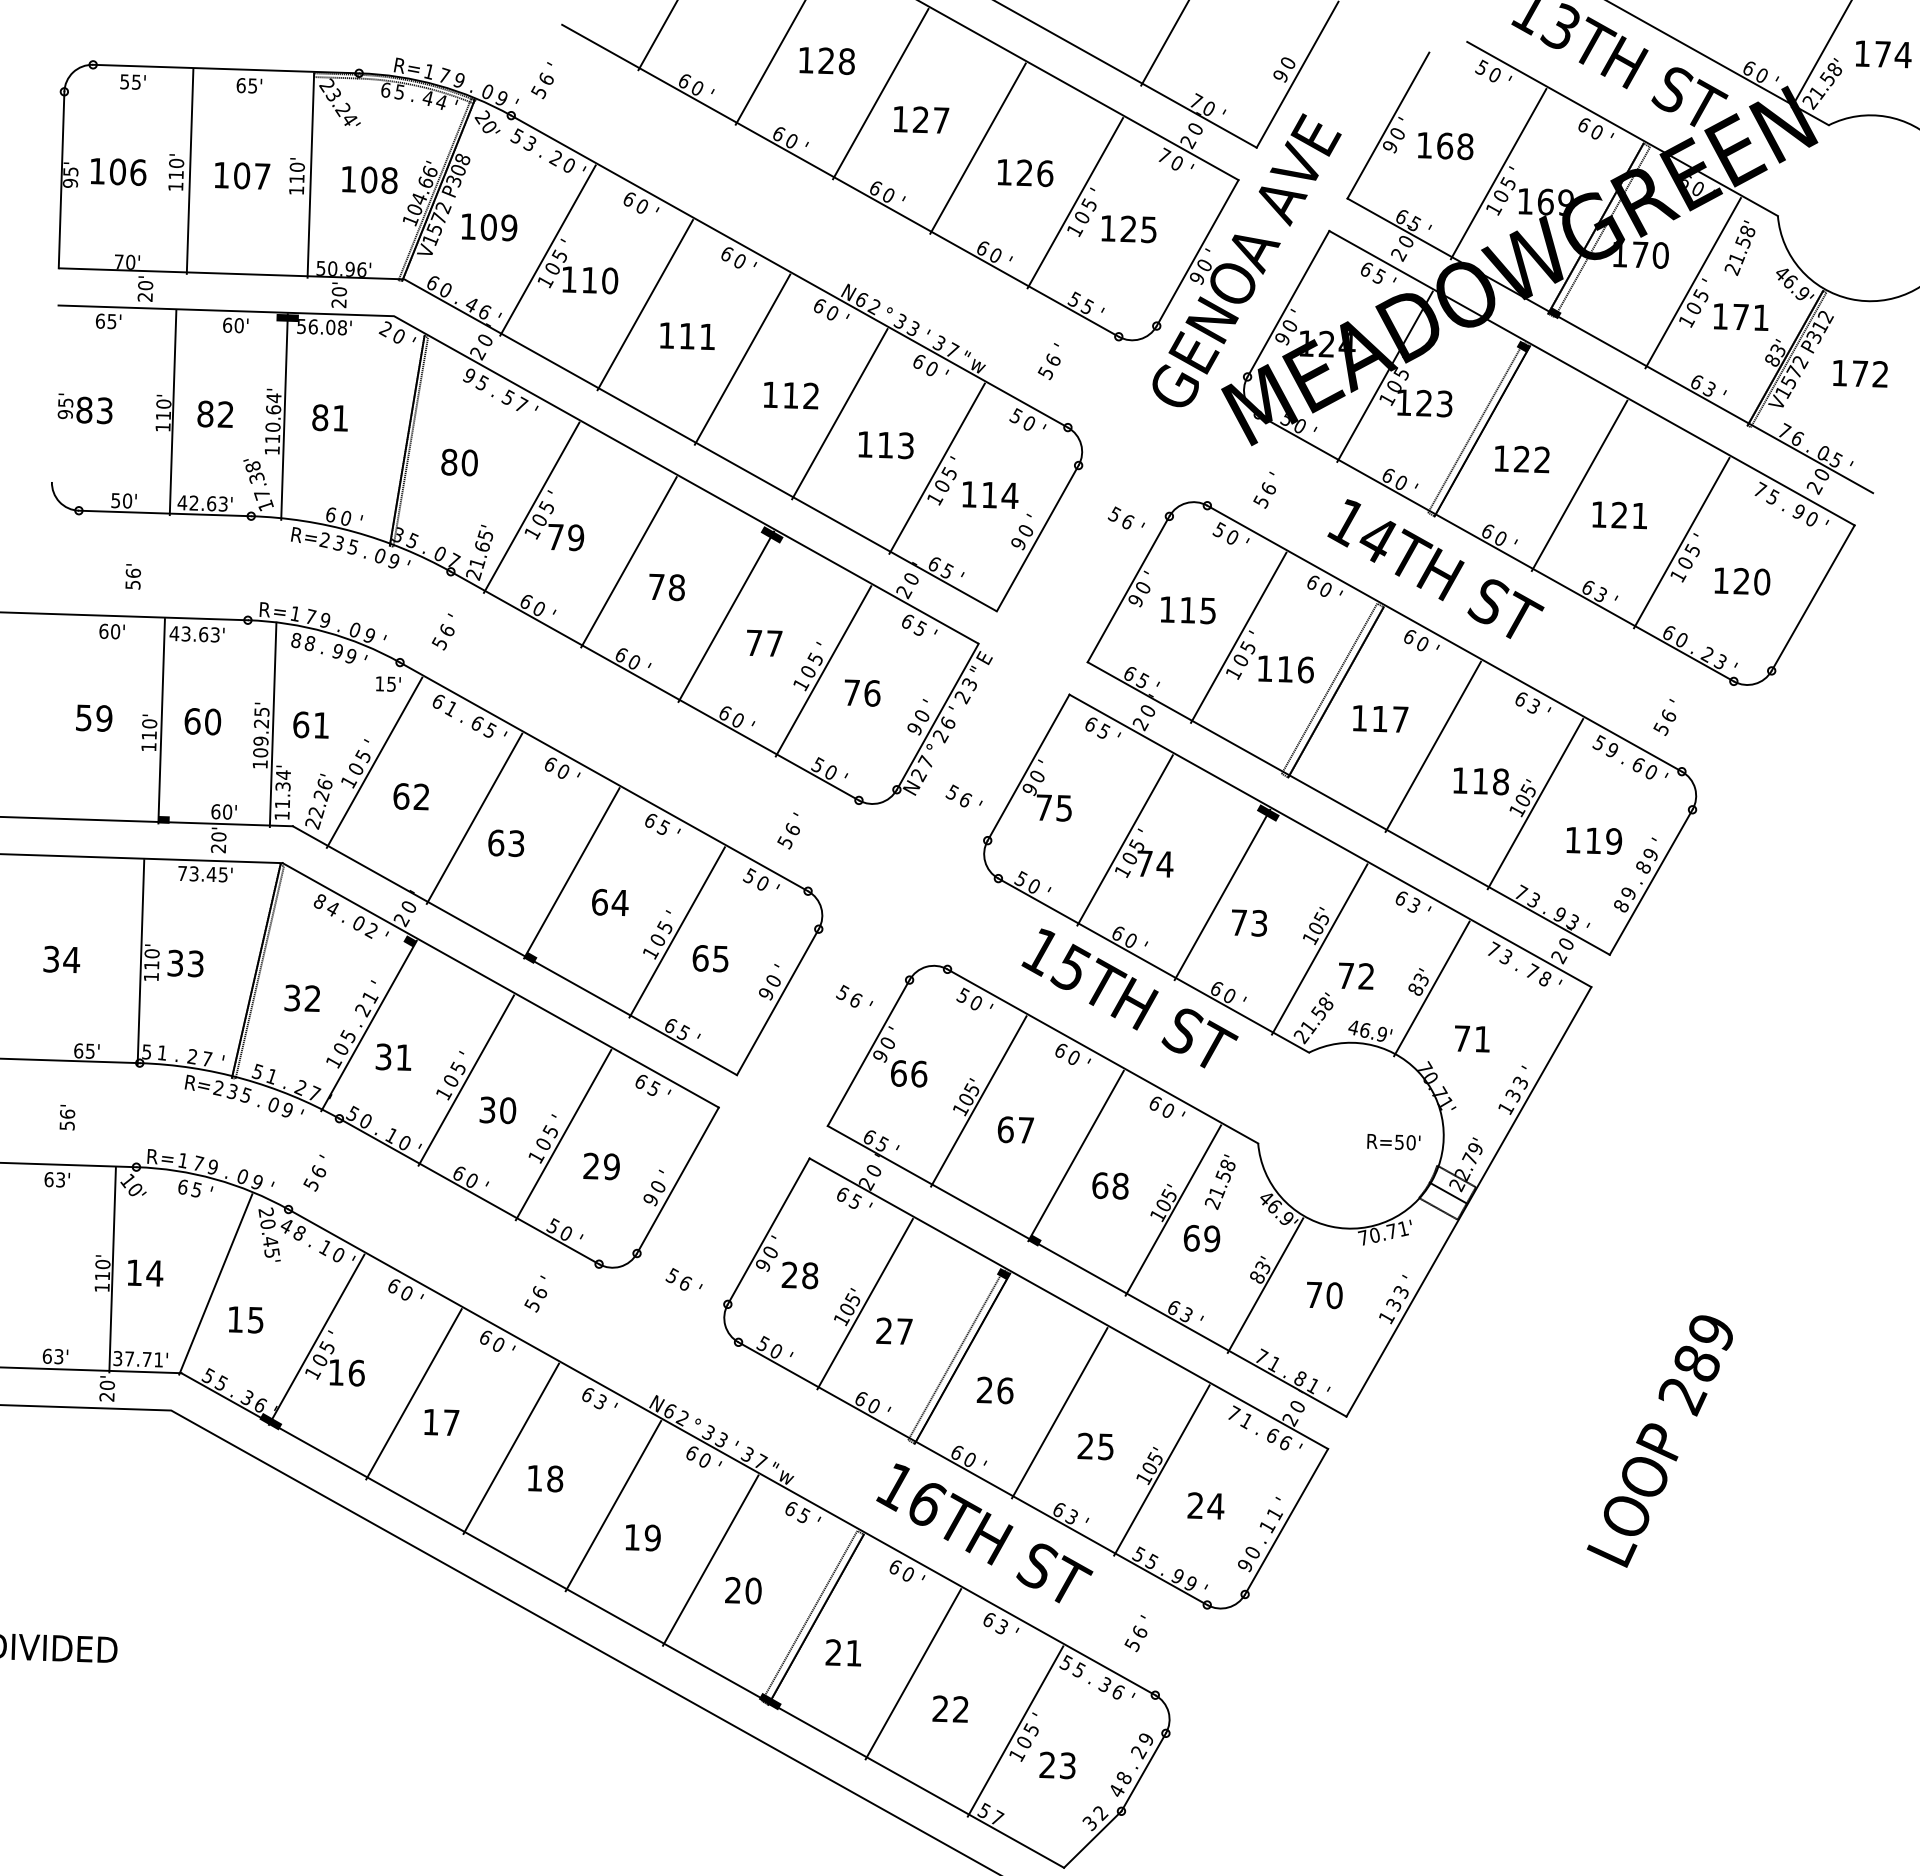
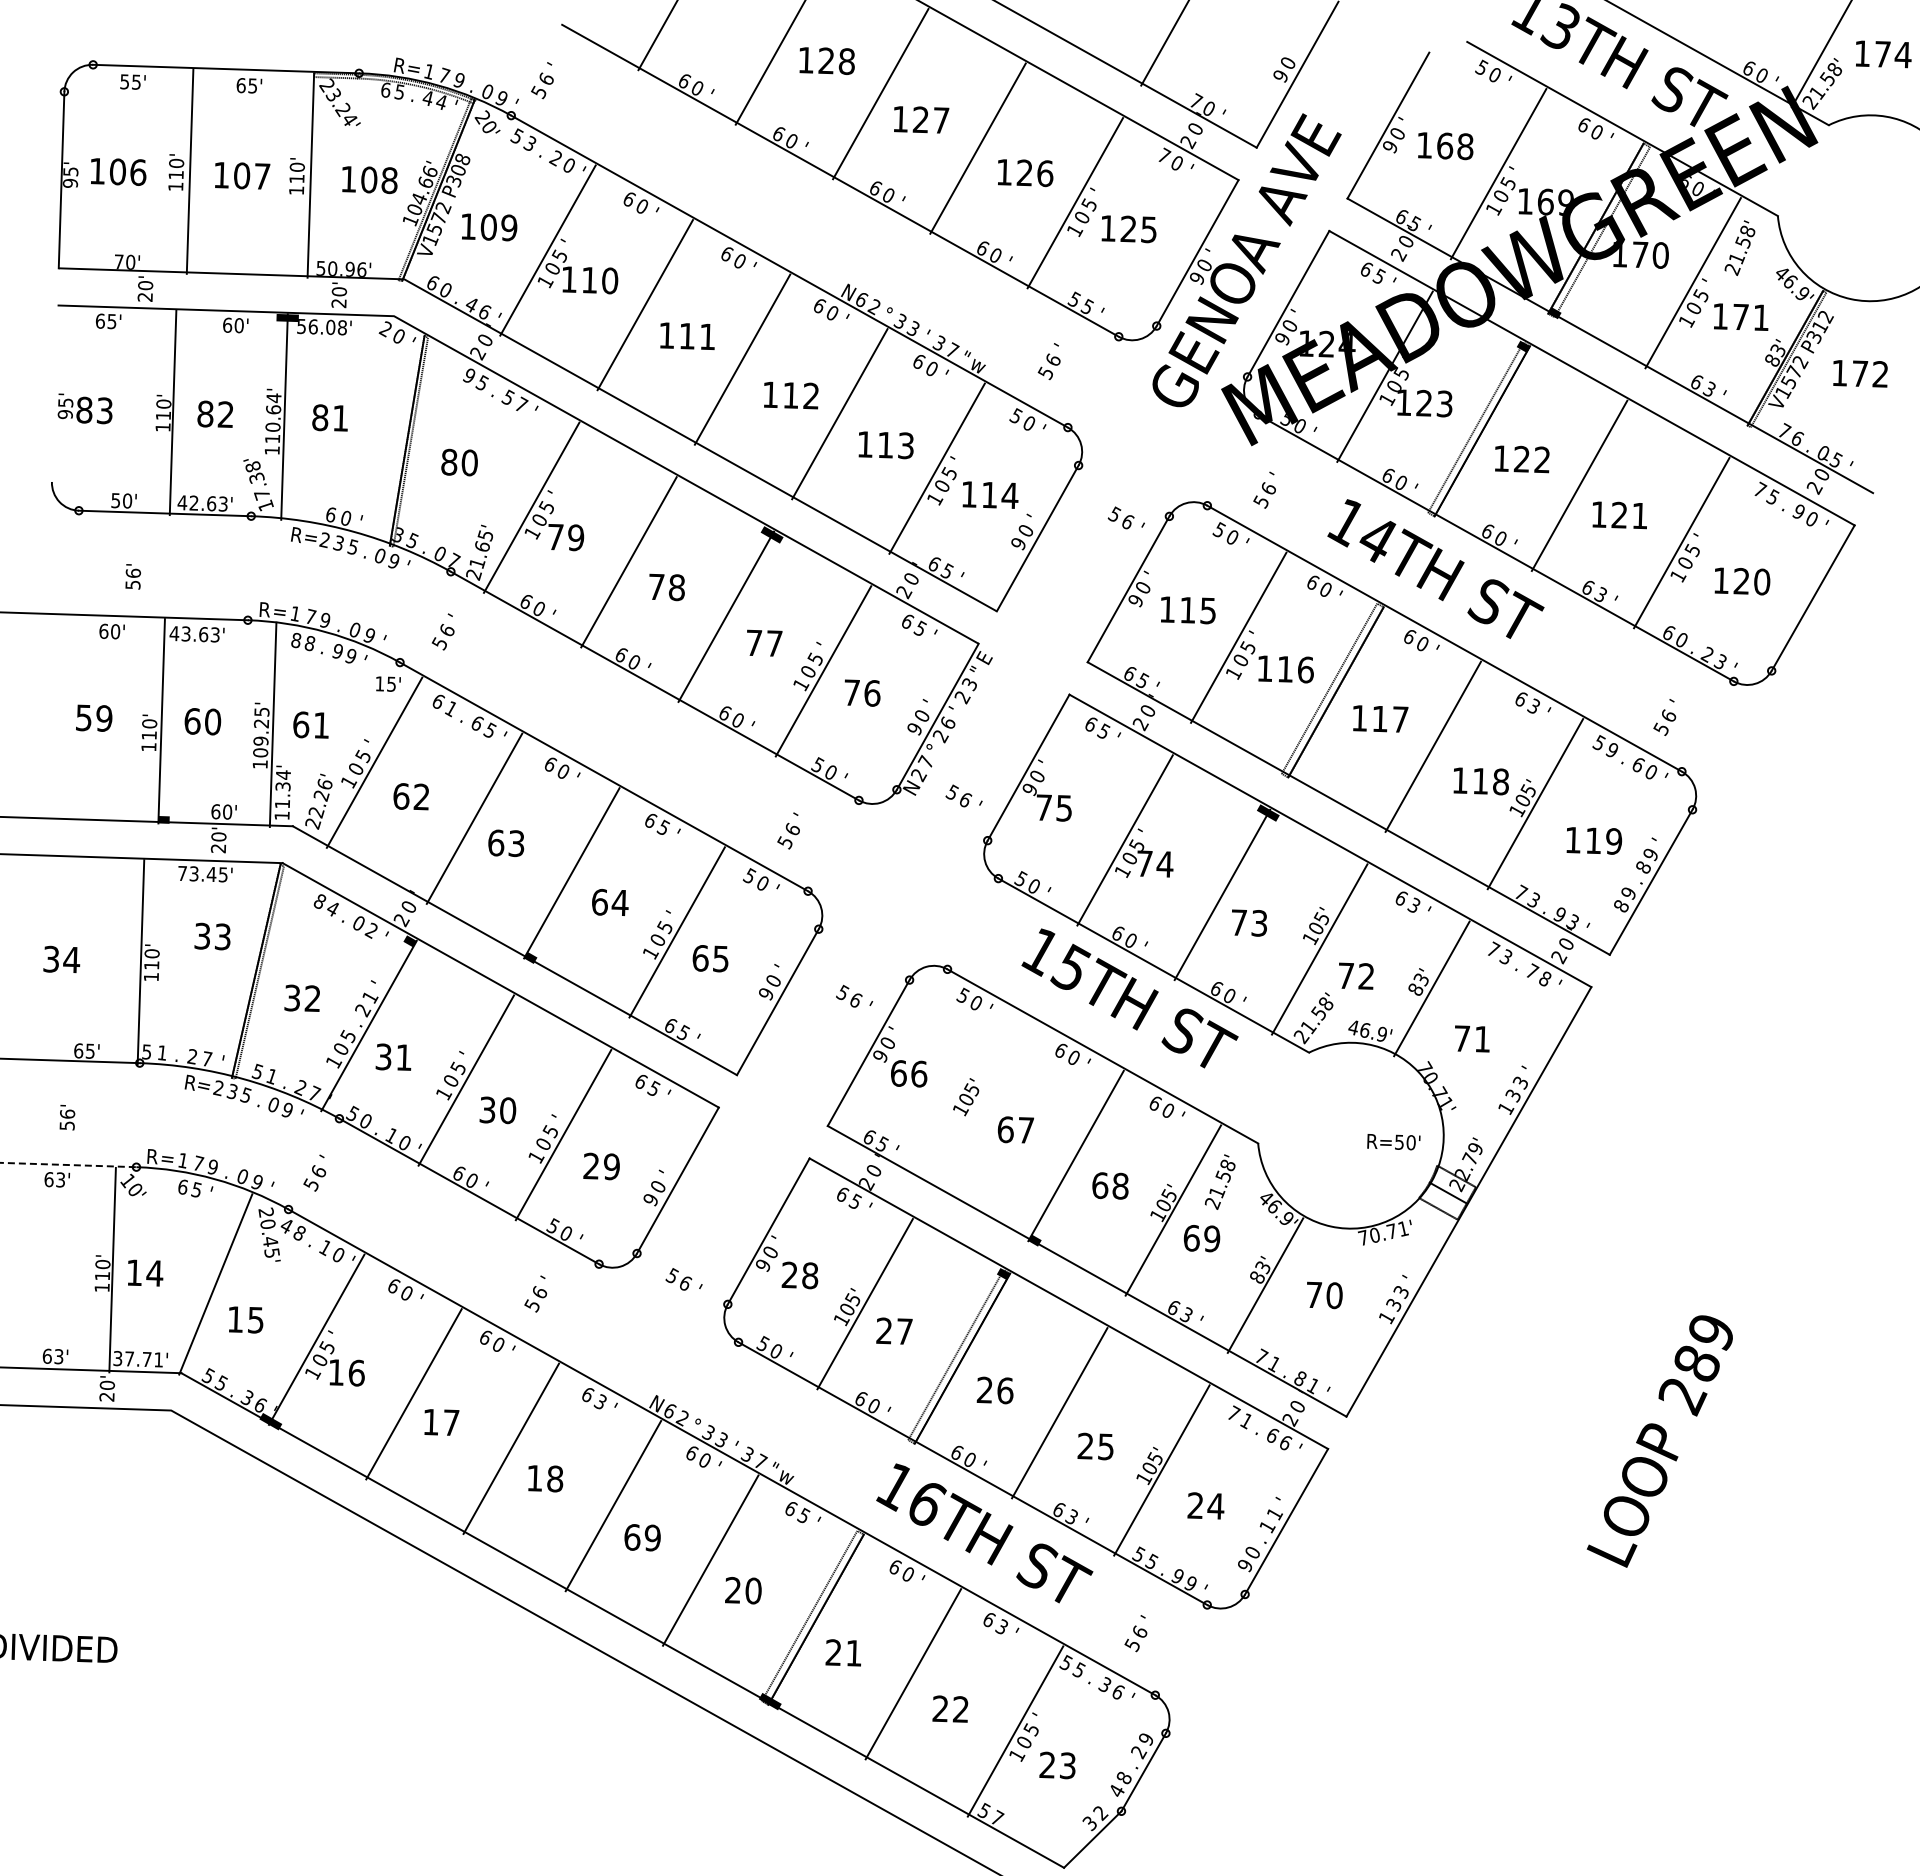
text at (185, 963) position: (185, 963) -> (212, 936)
line at (978, 1101): present -> none
line at (68, 1165): solid -> dashed
text at (632, 1537): 19 -> 69
